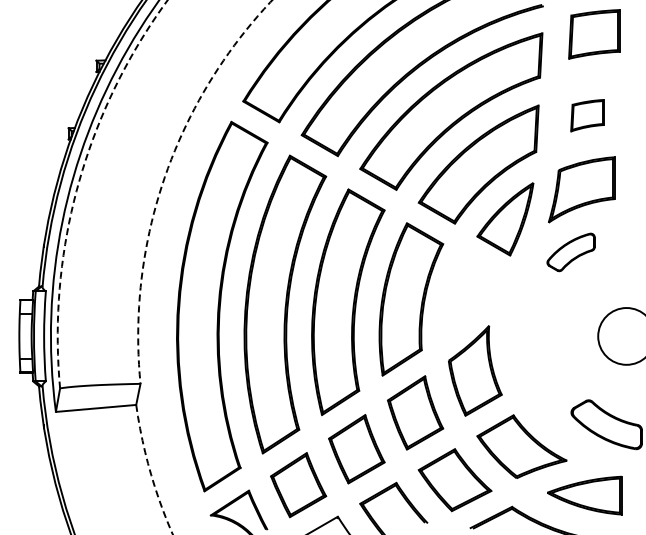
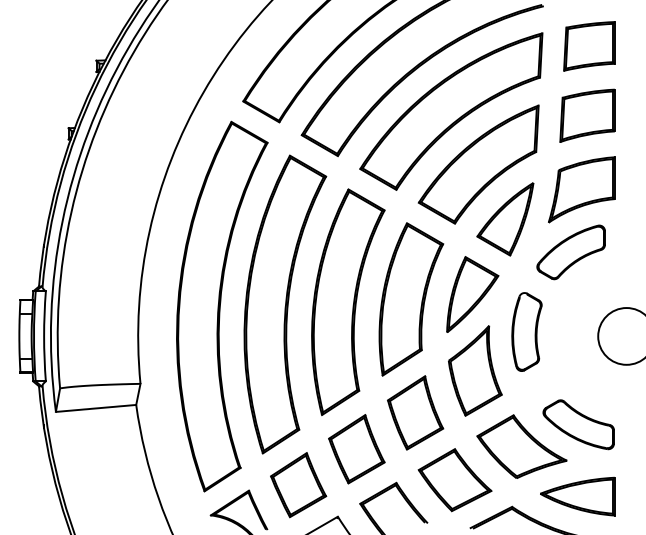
part at (594, 34) position: (594, 34) -> (589, 46)
part at (587, 115) size: 35x34 px -> 57x55 px
arc at (164, 178): dashed -> solid
arc at (76, 190): dashed -> solid
part at (570, 252) size: 50x41 px -> 70x57 px
part at (472, 294): none -> present
part at (526, 331): none -> present
part at (606, 424) position: (606, 424) -> (578, 424)
arc at (150, 471): dashed -> solid
part at (584, 495) position: (584, 495) -> (577, 496)
